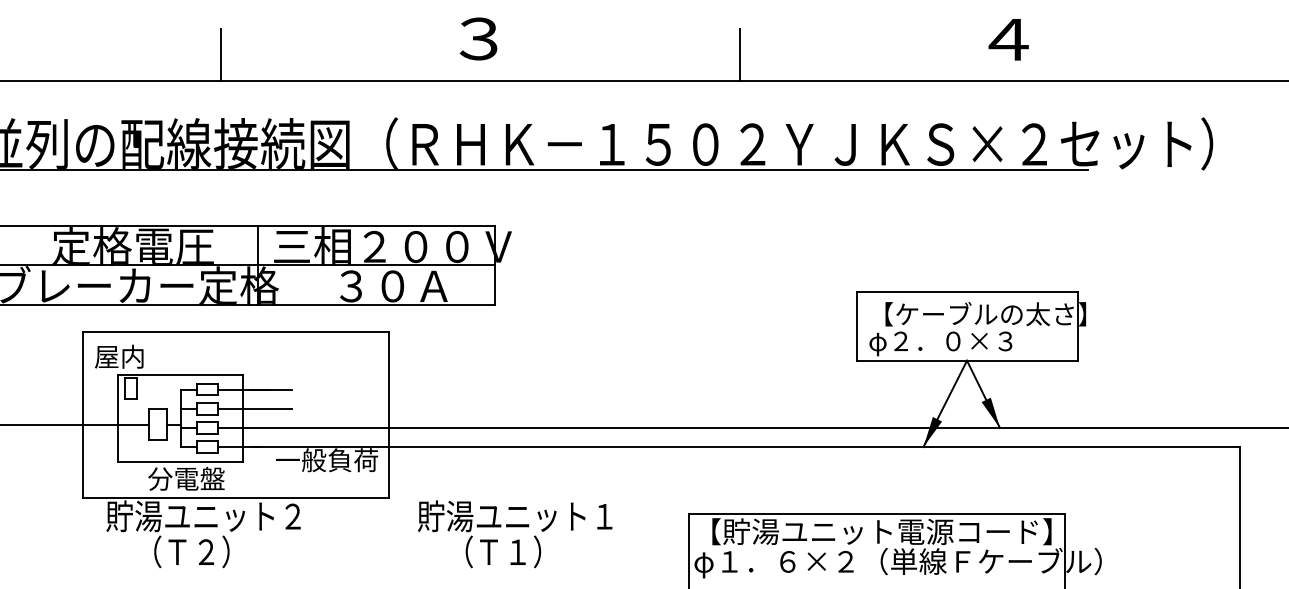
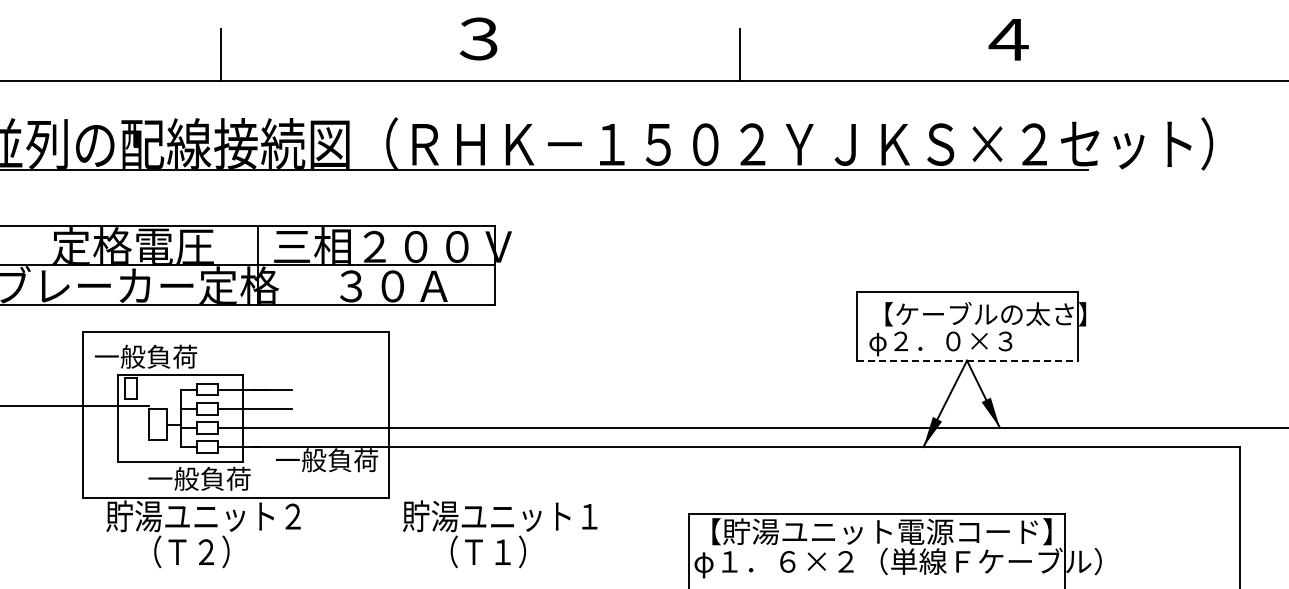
text at (146, 356): 屋内 -> 一般負荷
line at (967, 360): solid -> dashed
line at (75, 424) position: (75, 424) -> (75, 405)
text at (199, 478): 分電盤 -> 一般負荷
text at (515, 534) position: (515, 534) -> (500, 534)
